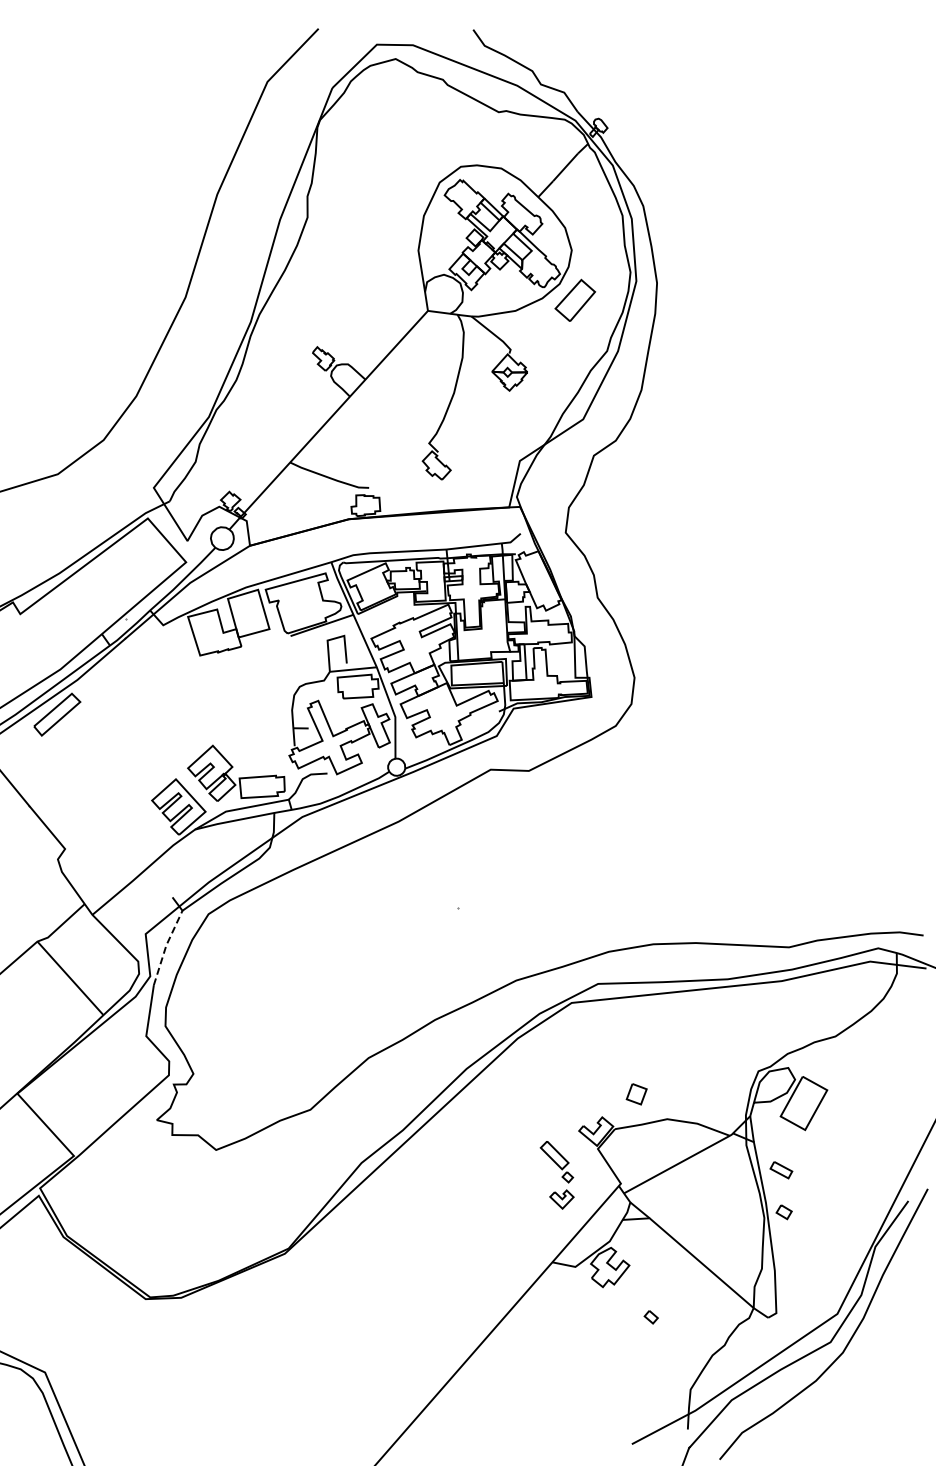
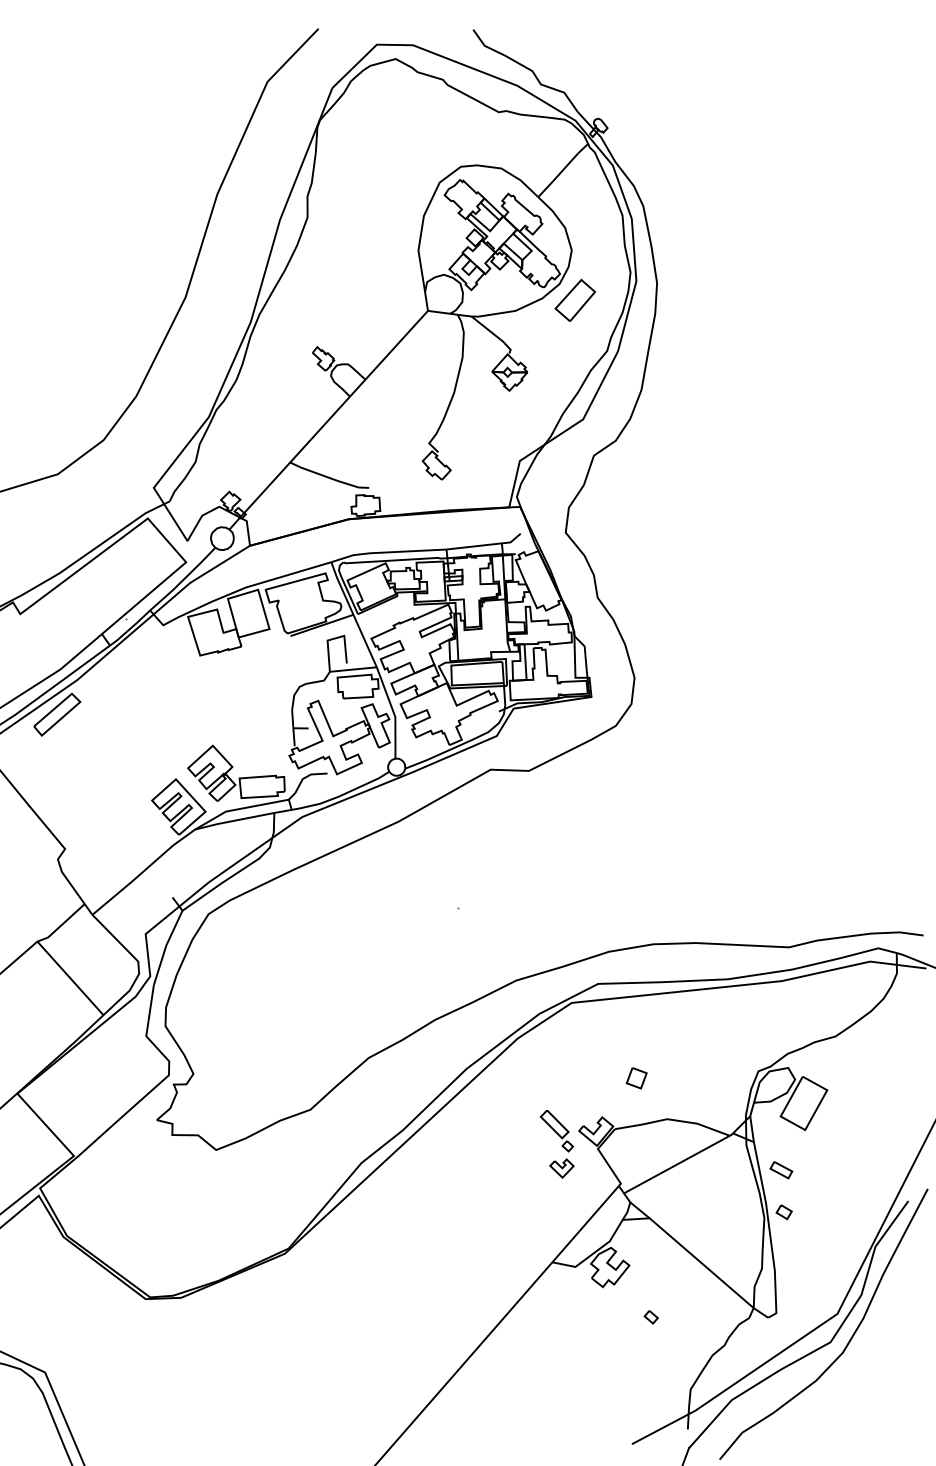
line at (166, 946): dashed -> solid
part at (636, 1094) position: (636, 1094) -> (636, 1078)
part at (556, 1175) position: (556, 1175) -> (556, 1144)
